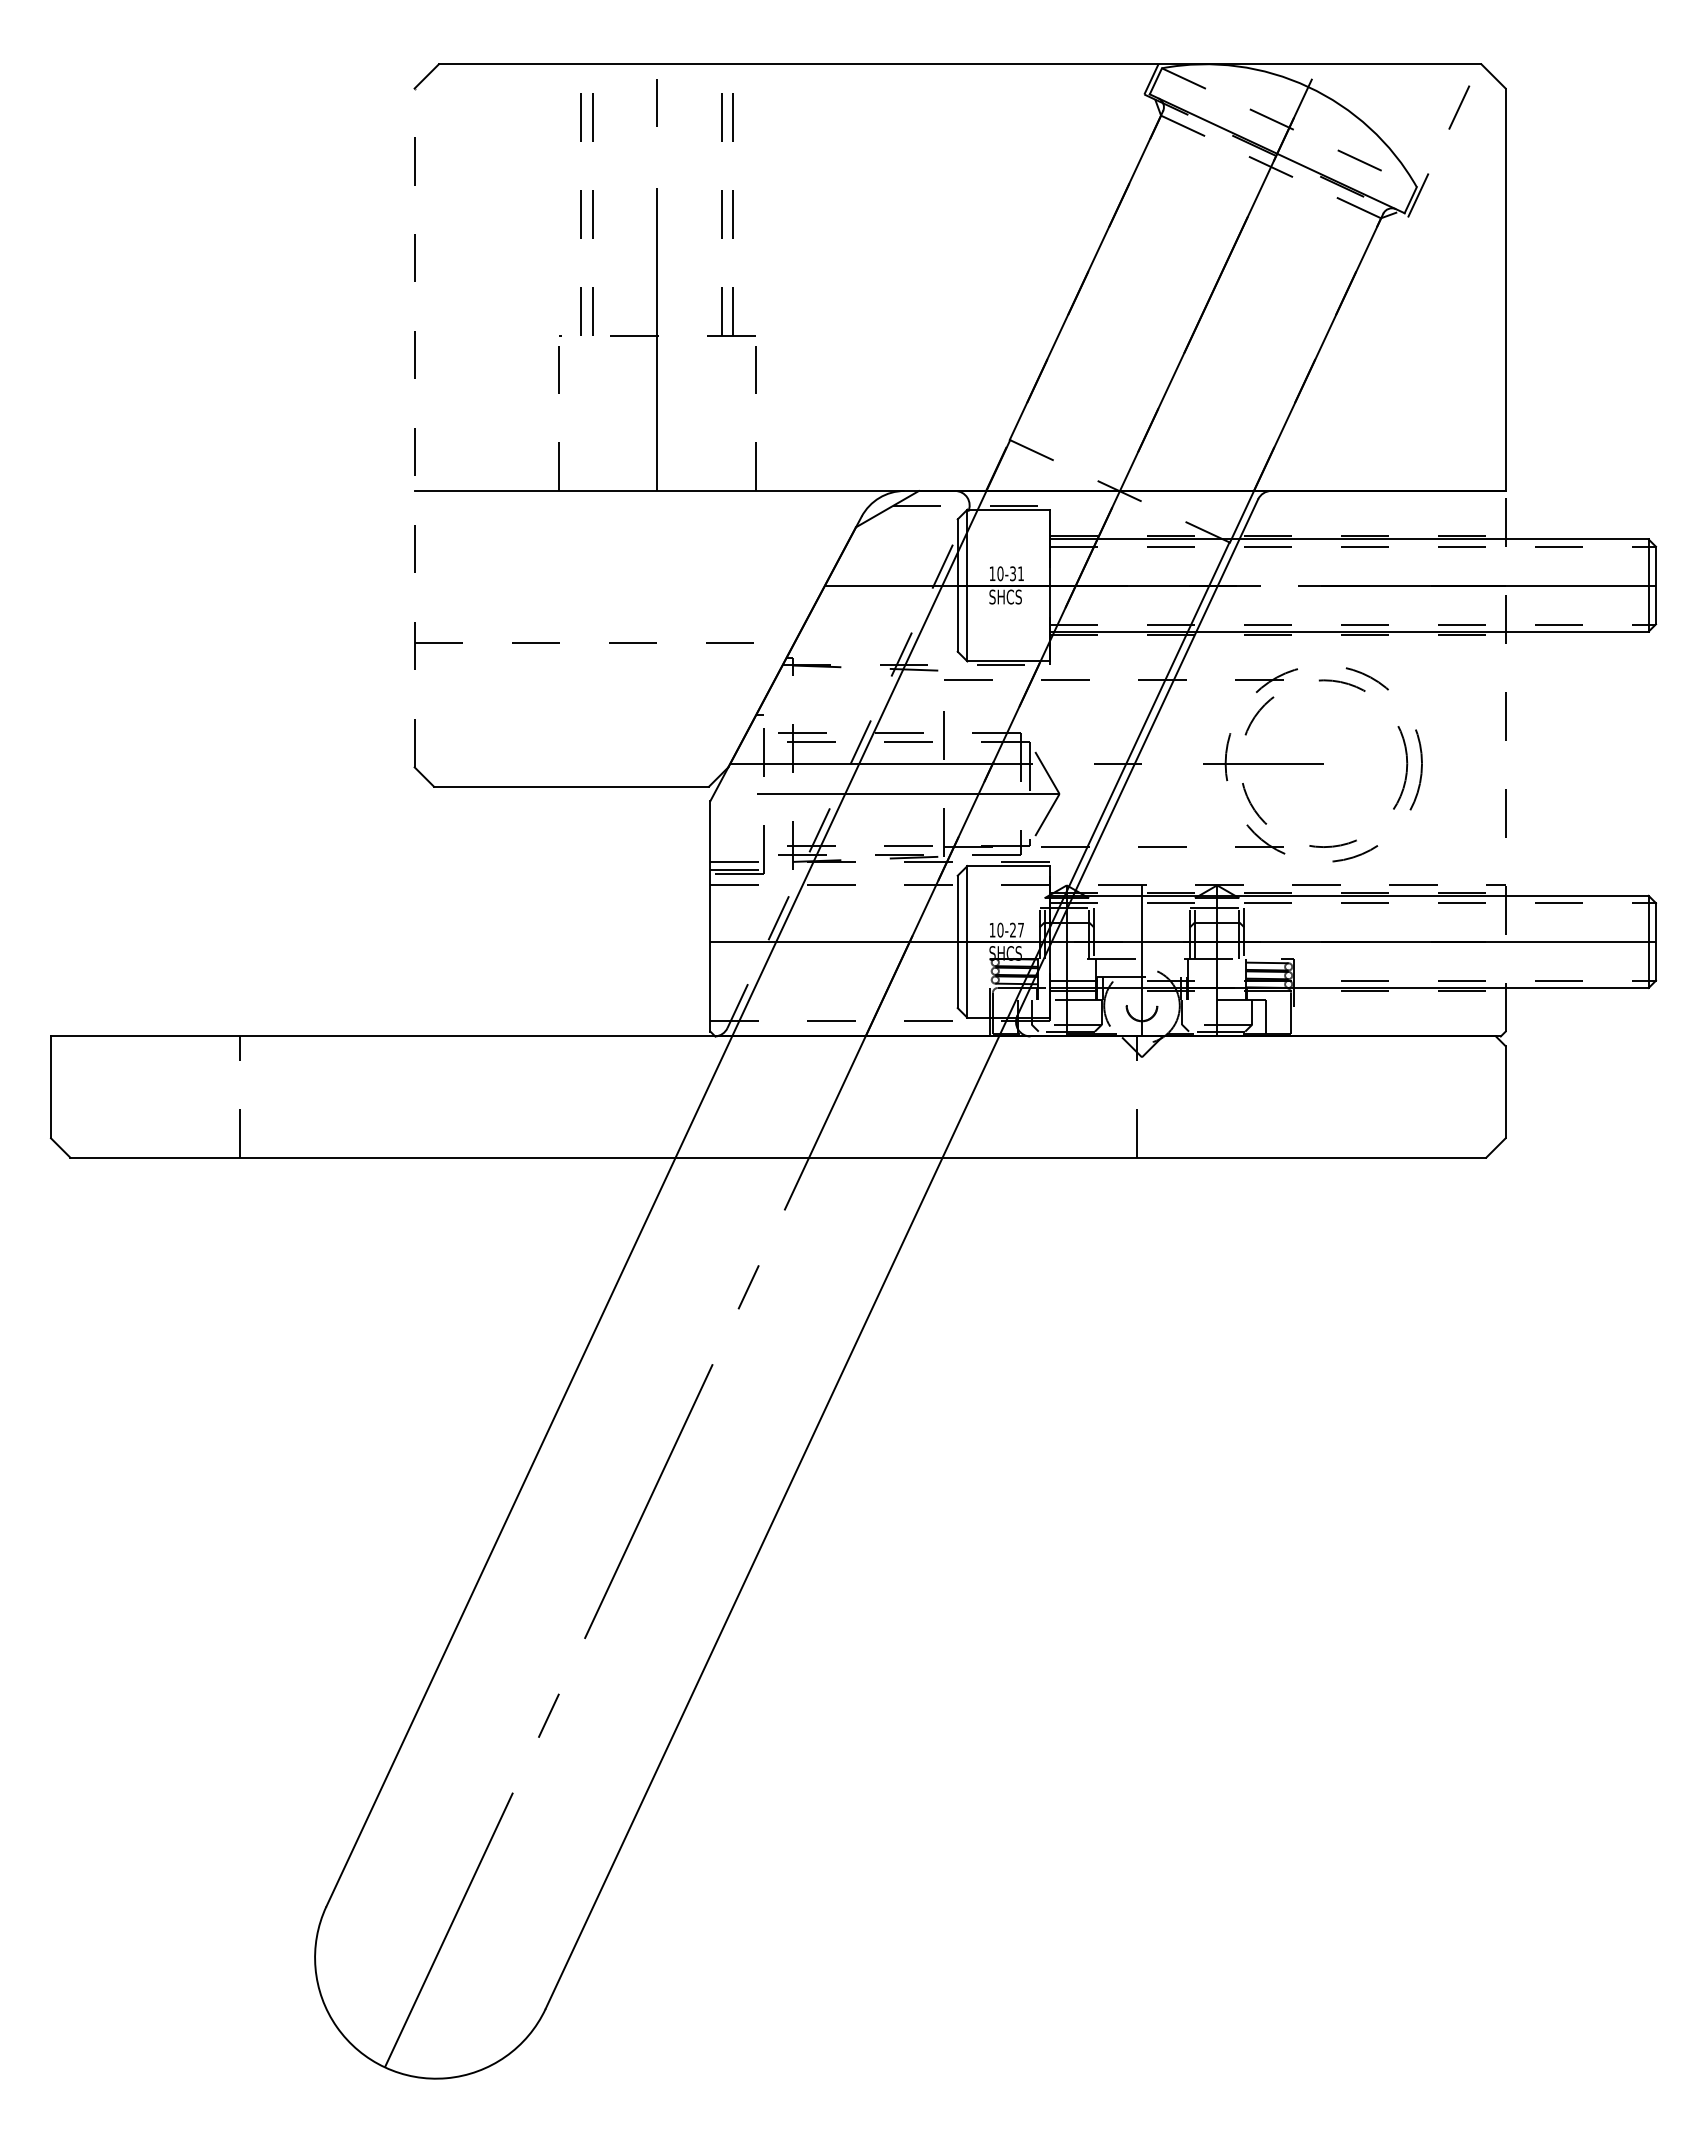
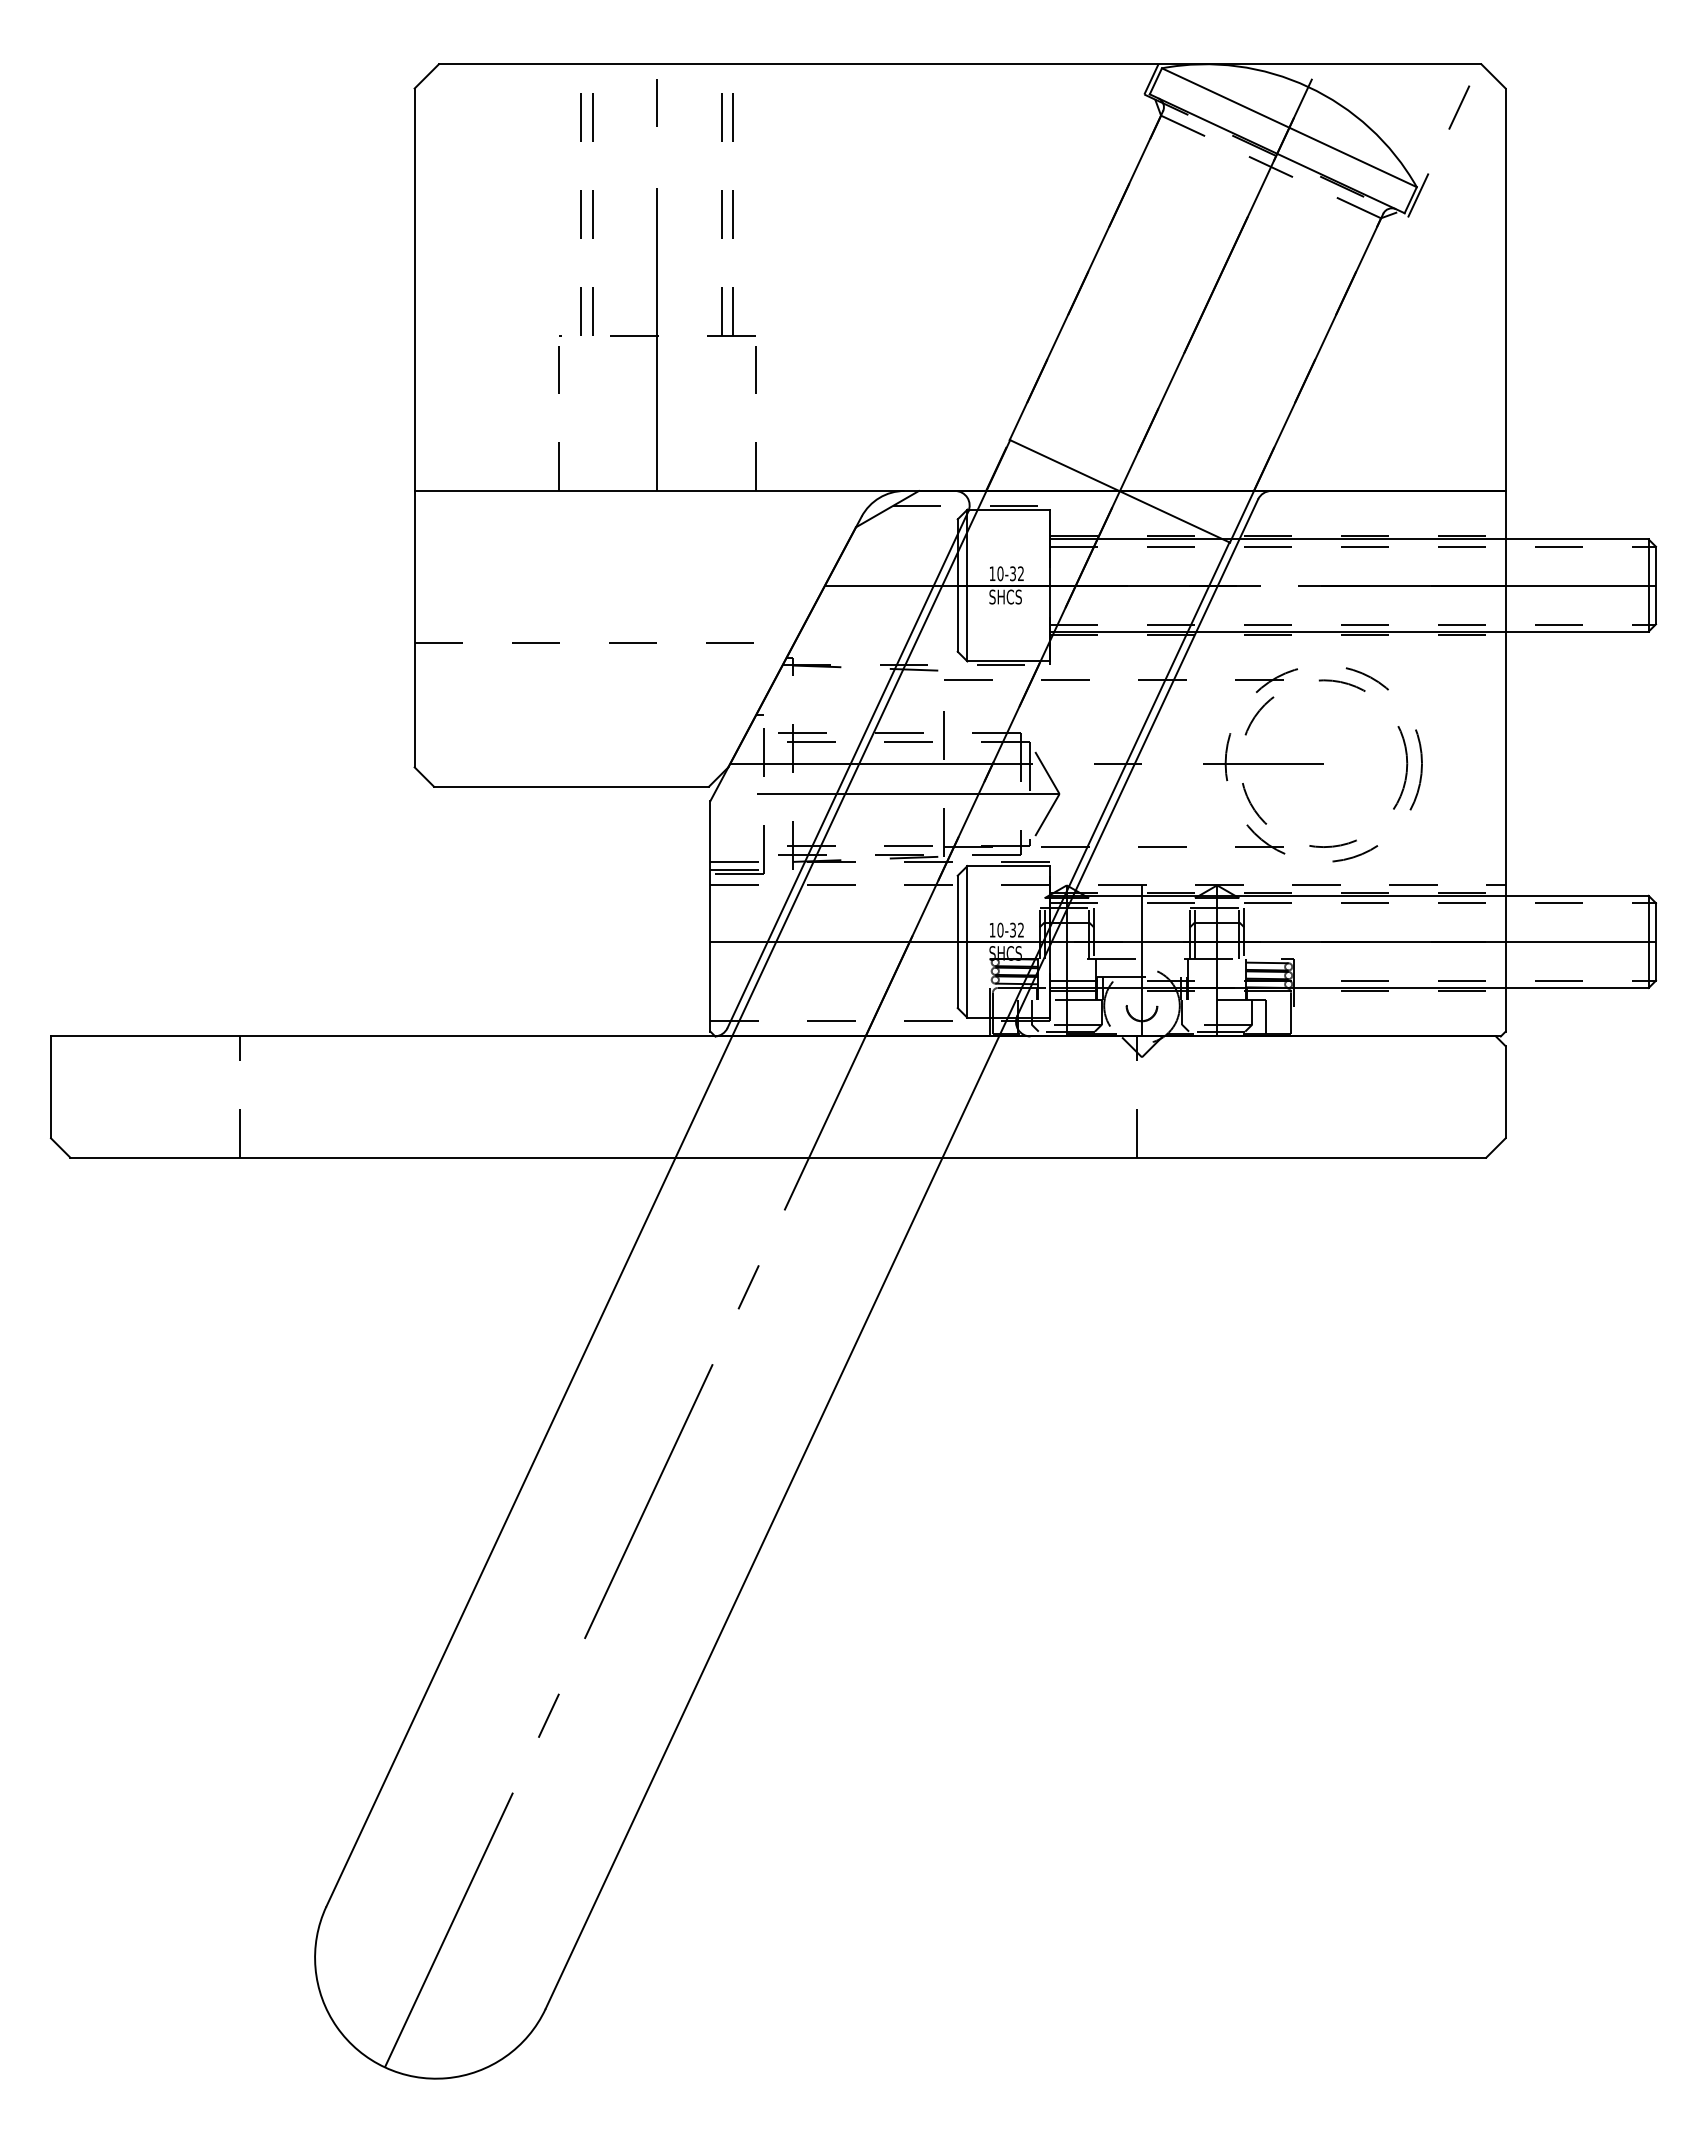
line at (1289, 127): dashed -> solid
line at (414, 427): dashed -> solid
line at (1120, 491): dashed -> solid
text at (1020, 573): 10-31 -> 10-32
line at (1505, 760): dashed -> solid
line at (847, 769): dashed -> solid
text at (1016, 929): 10-27 -> 10-32
